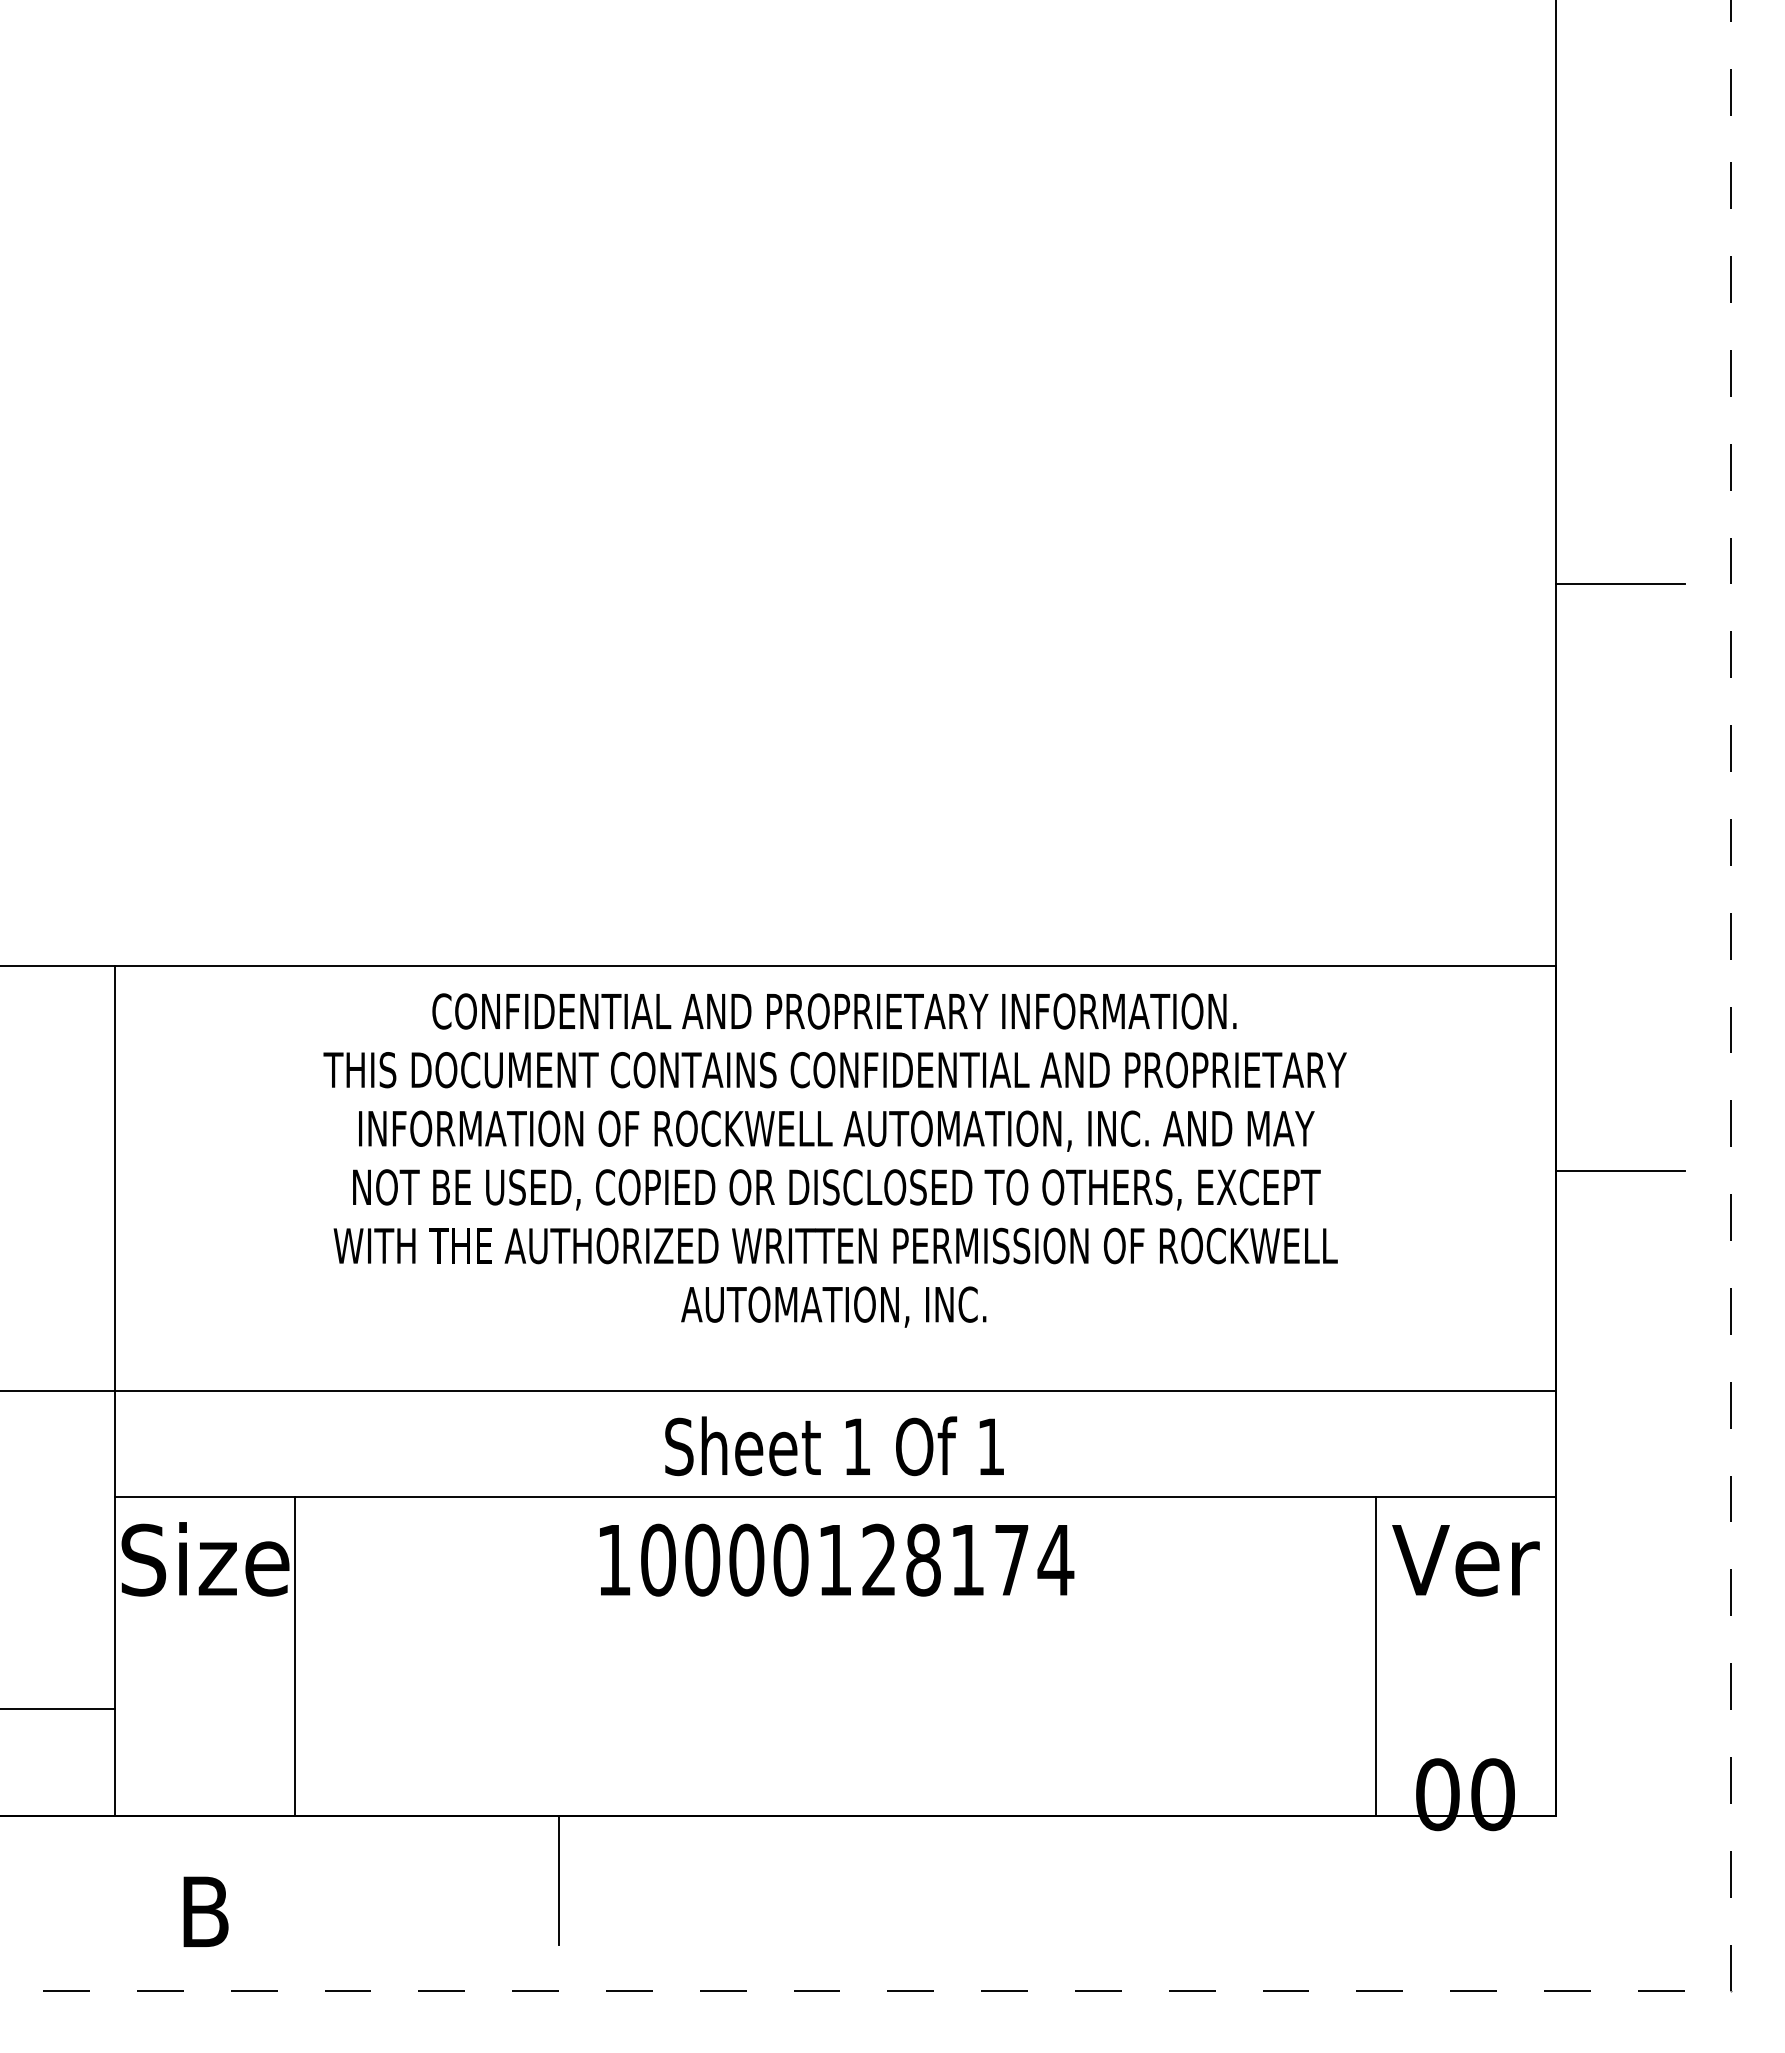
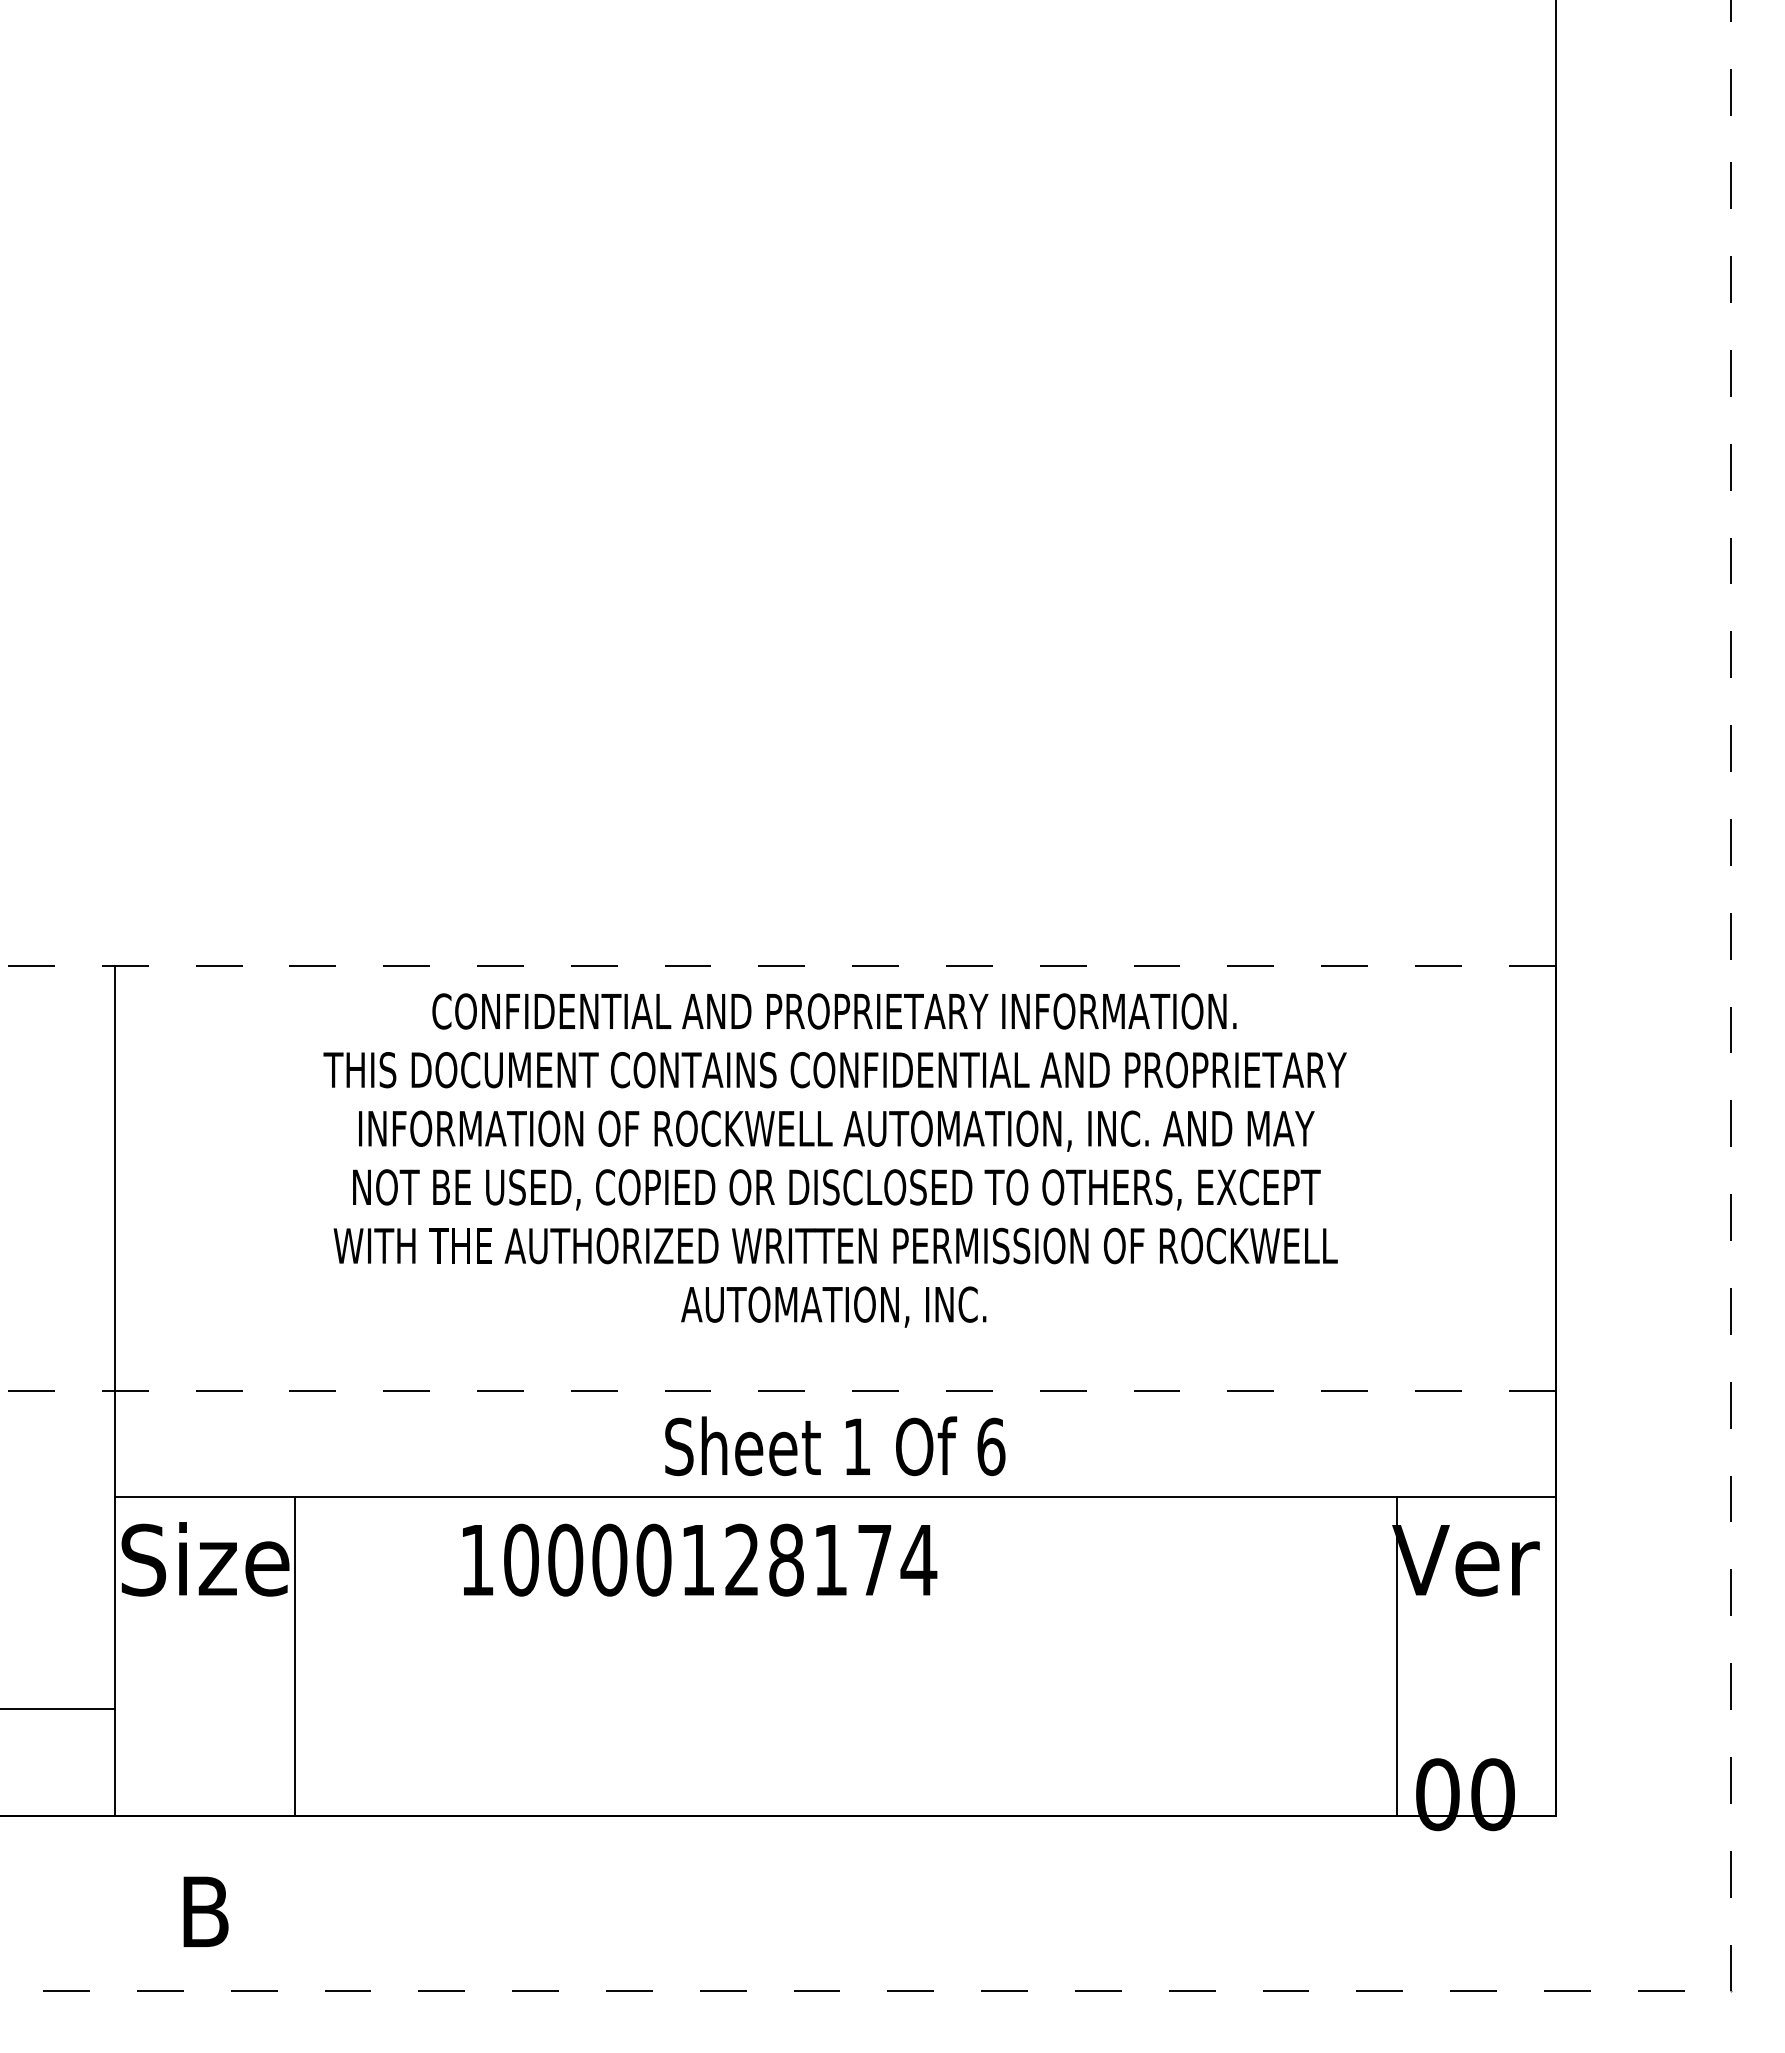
line at (1619, 584): present -> none
line at (777, 965): solid -> dashed
line at (1619, 1170): present -> none
line at (777, 1390): solid -> dashed
text at (991, 1446): 1 -> 6
text at (837, 1559) position: (837, 1559) -> (700, 1559)
line at (1375, 1655) position: (1375, 1655) -> (1396, 1655)
line at (559, 1879): present -> none
